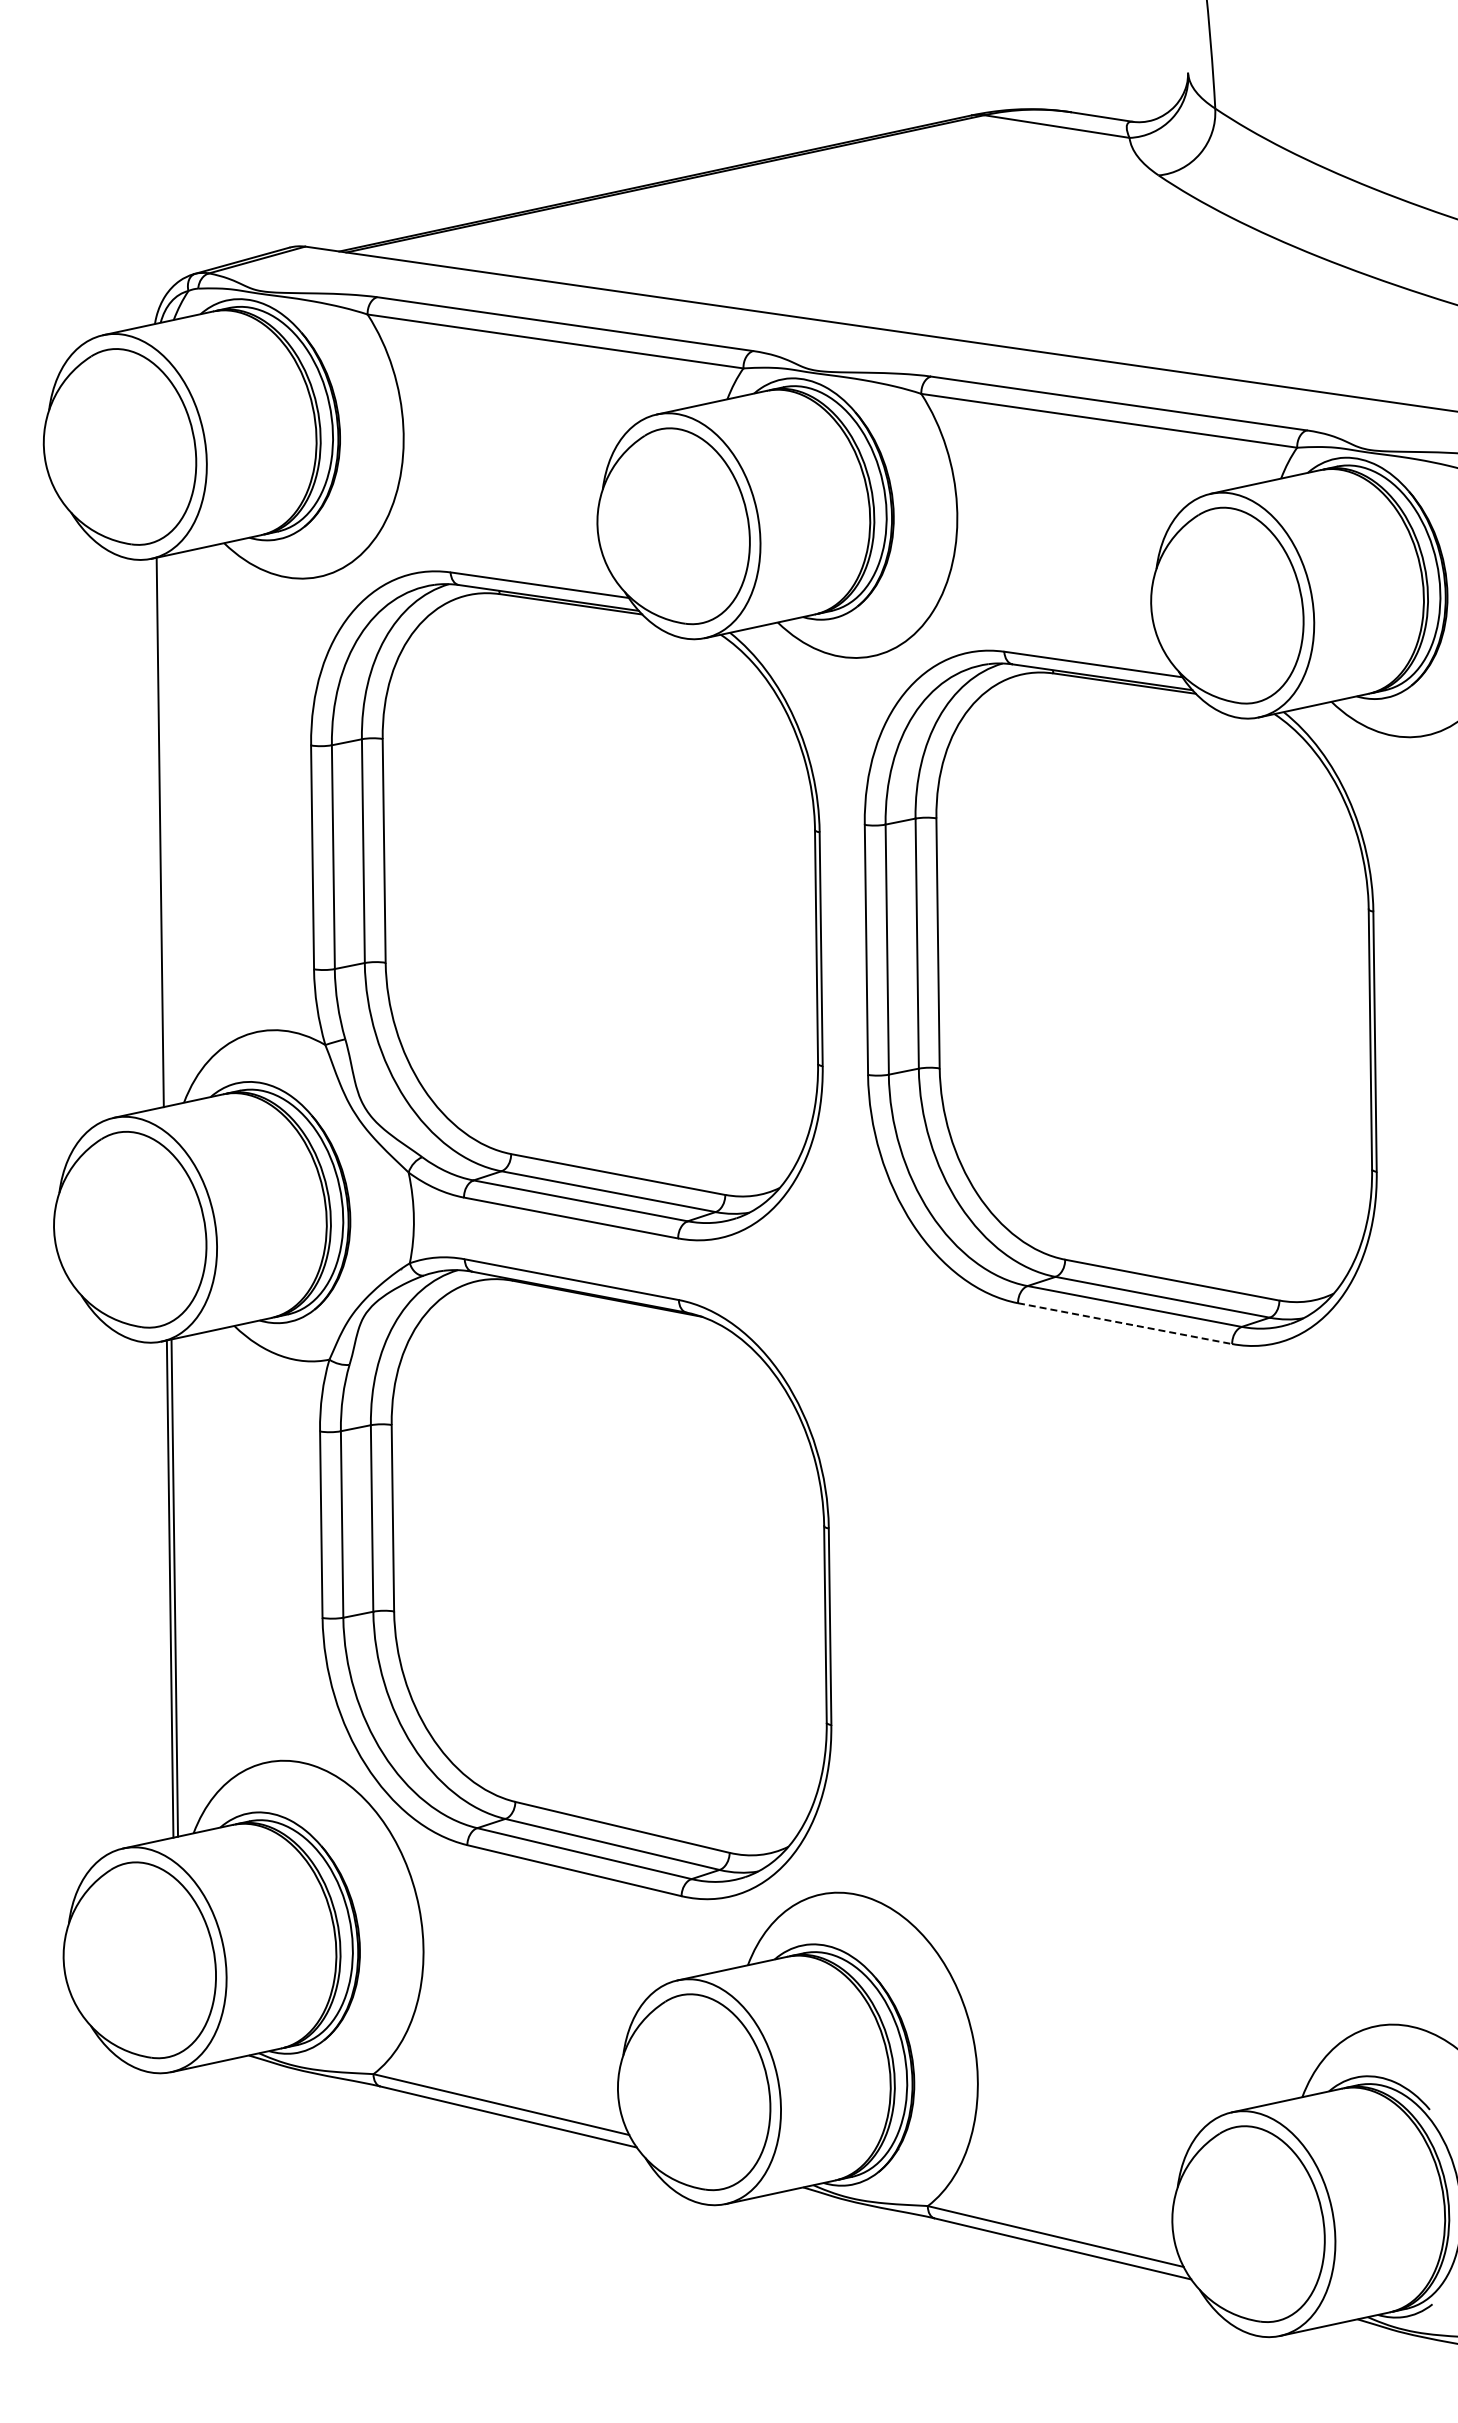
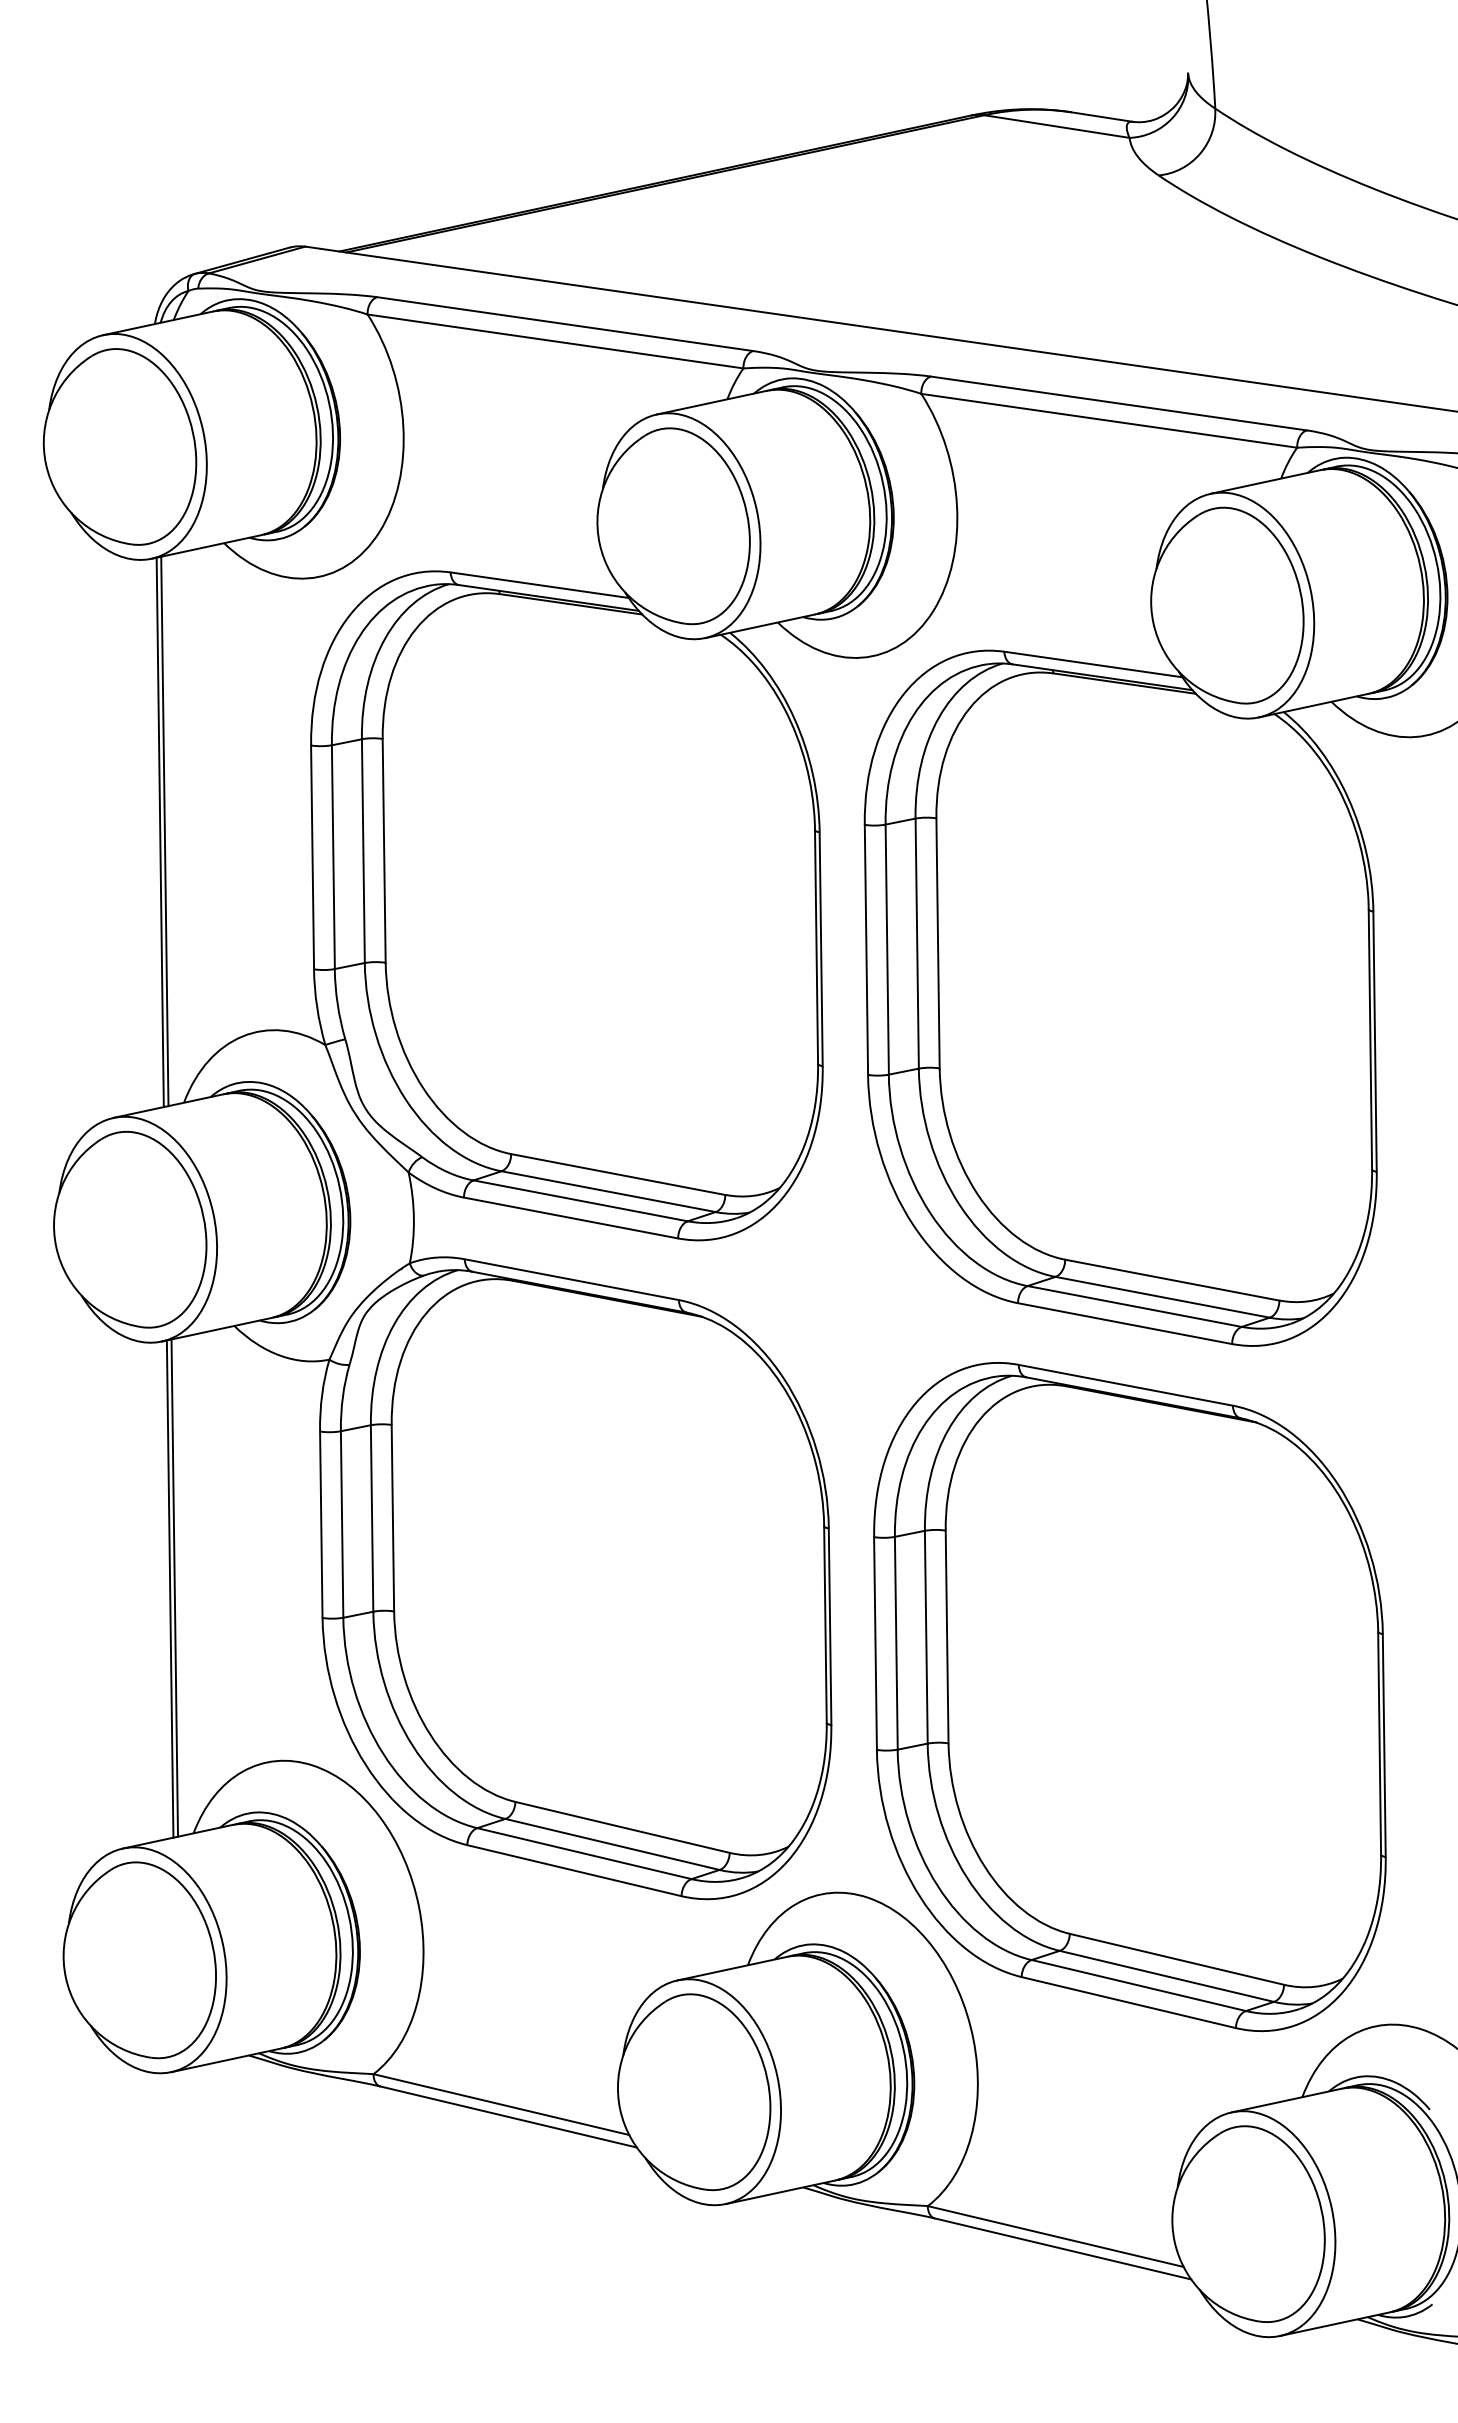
line at (164, 831): none -> present
line at (1125, 1323): dashed -> solid
part at (1129, 1697): none -> present
